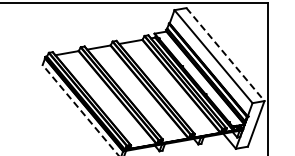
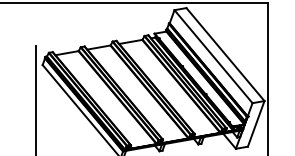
line at (225, 54): dashed -> solid
line at (36, 98): none -> present
line at (80, 110): dashed -> solid
